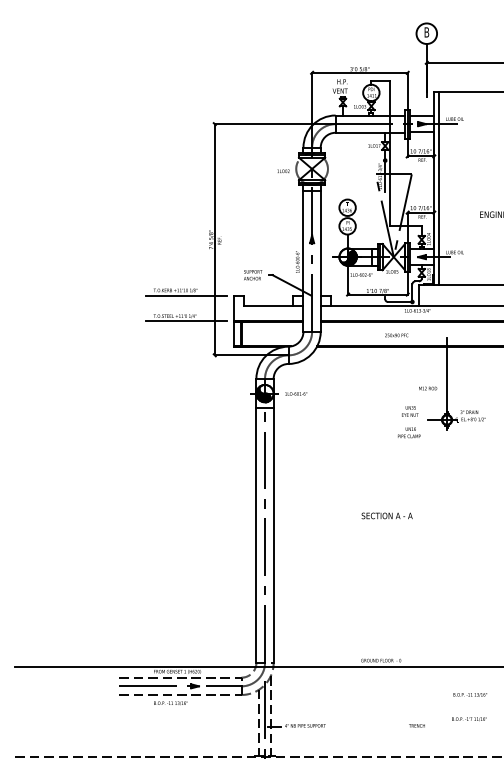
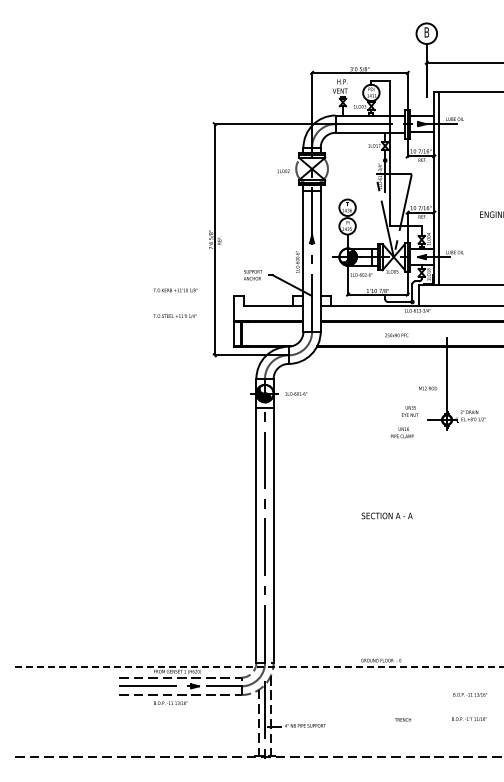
line at (186, 295): present -> none
line at (186, 321): present -> none
text at (409, 432) position: (409, 432) -> (402, 432)
line at (260, 666): solid -> dashed
text at (416, 725) position: (416, 725) -> (402, 719)
